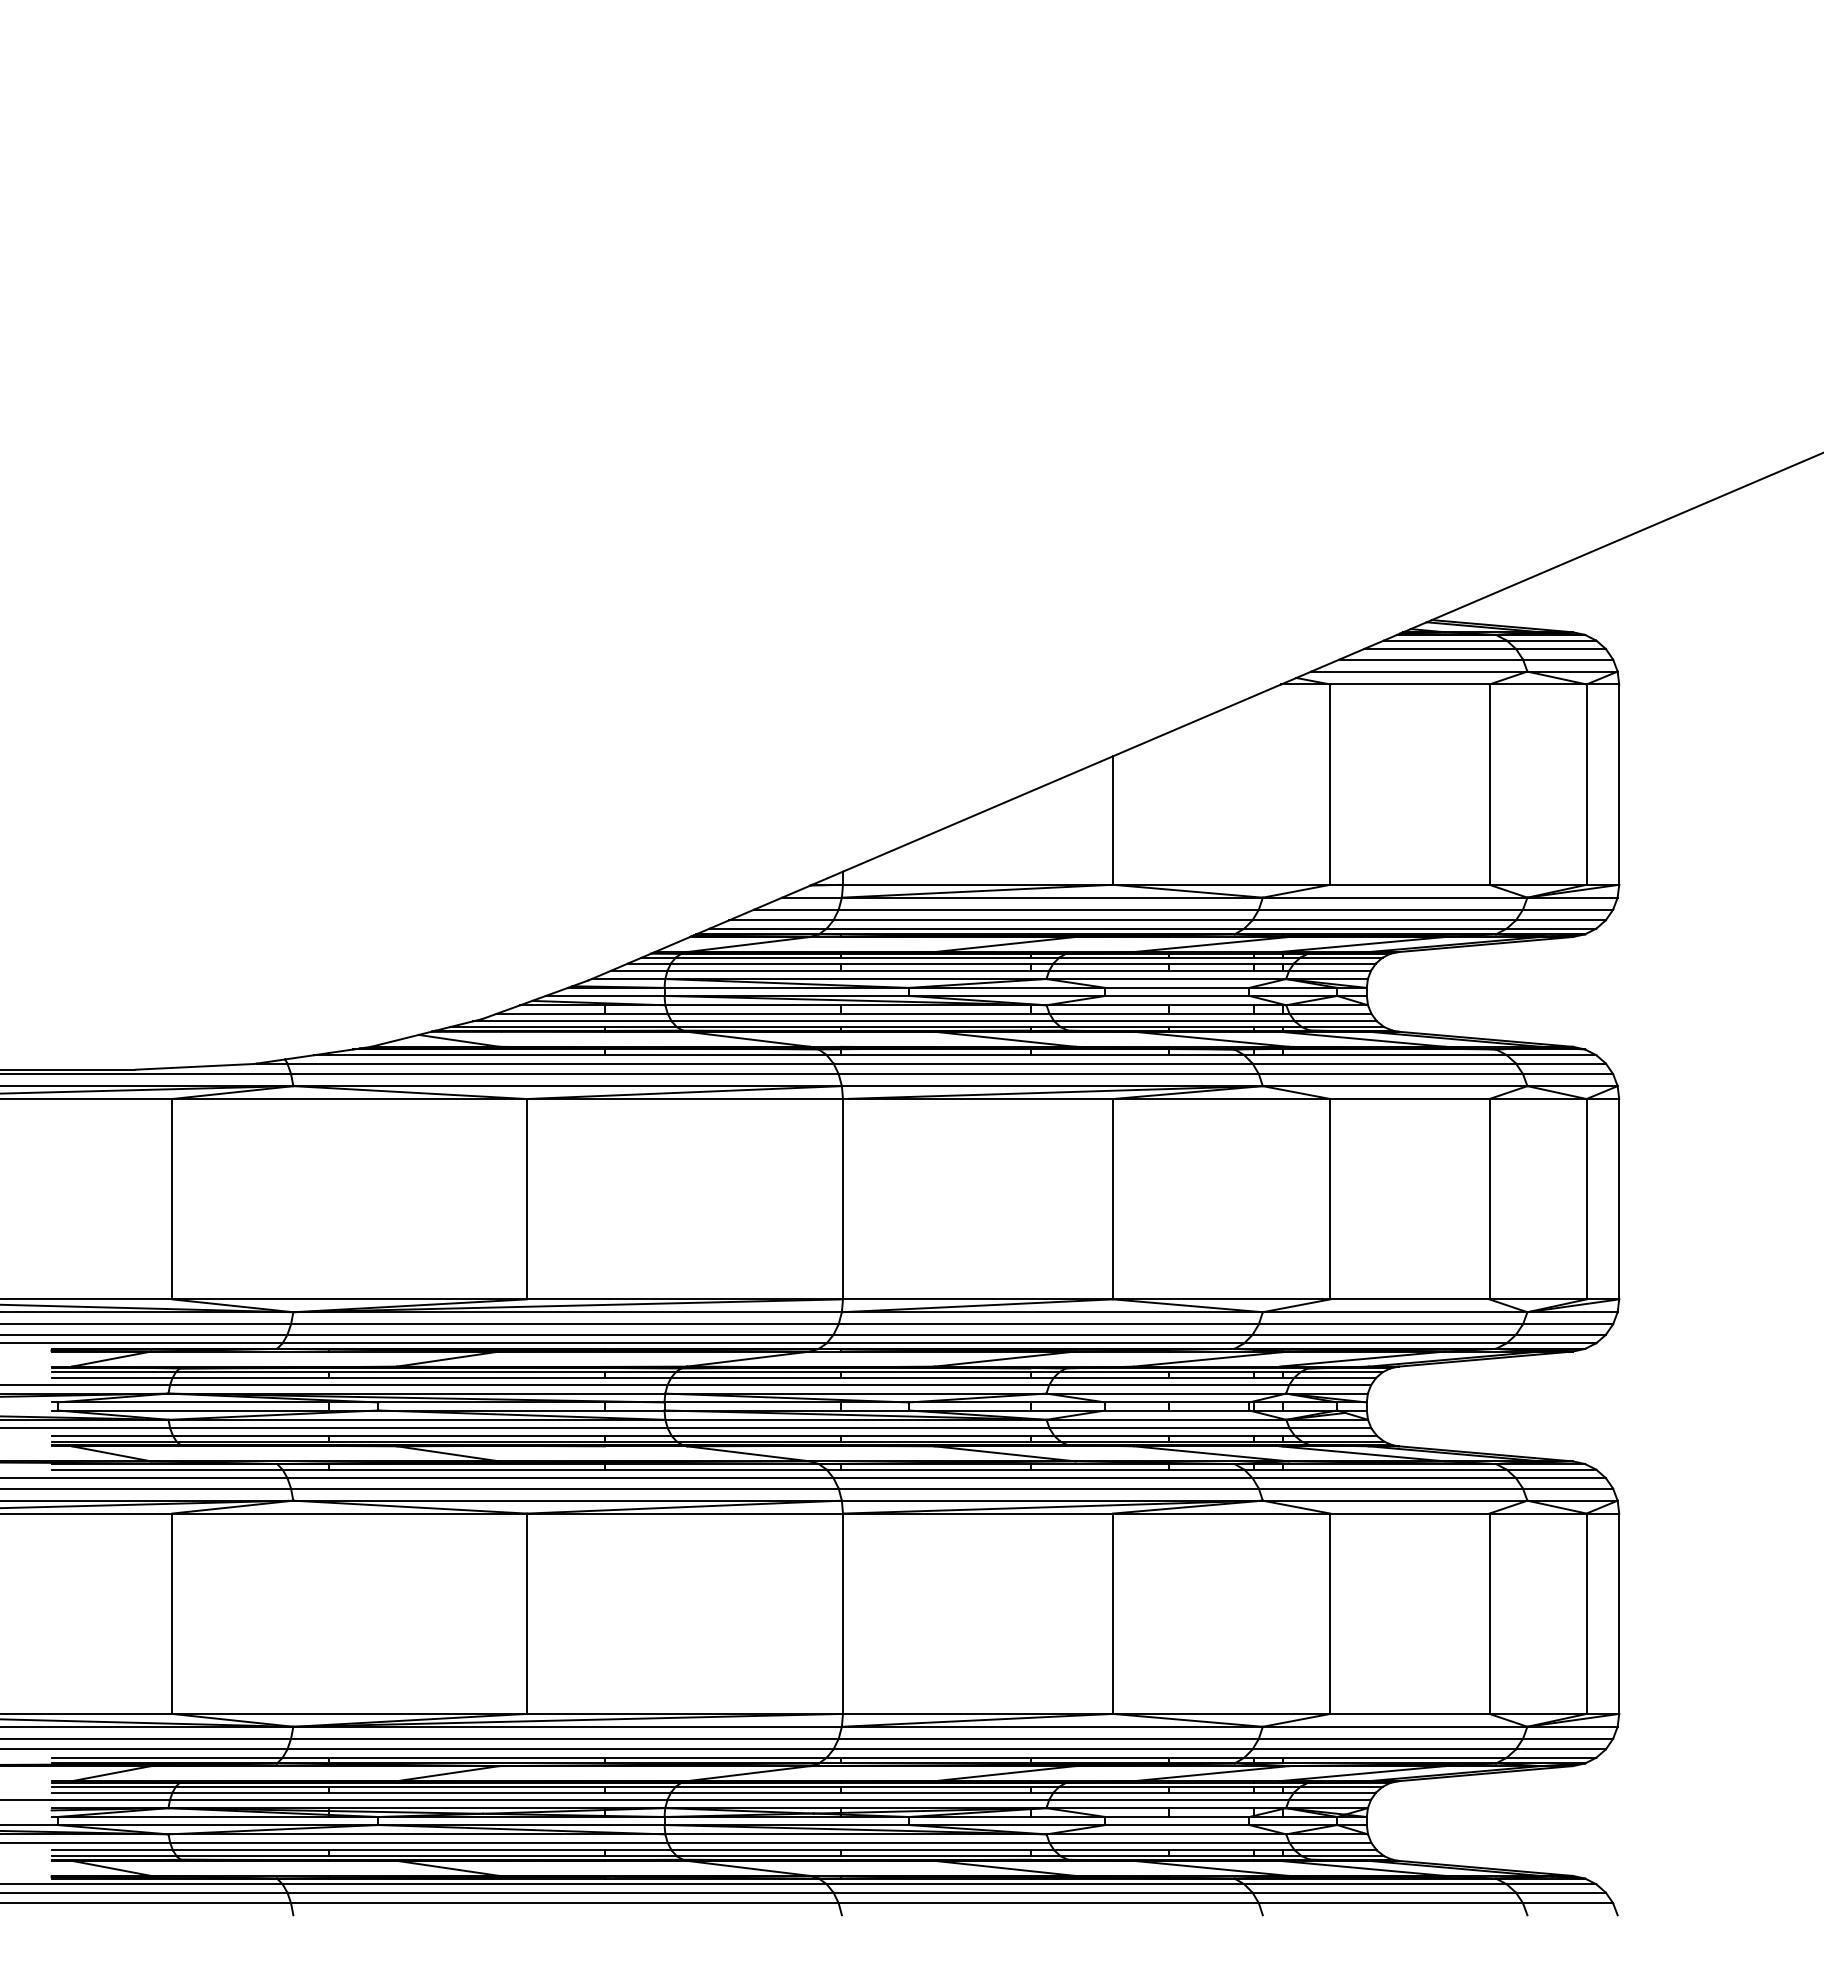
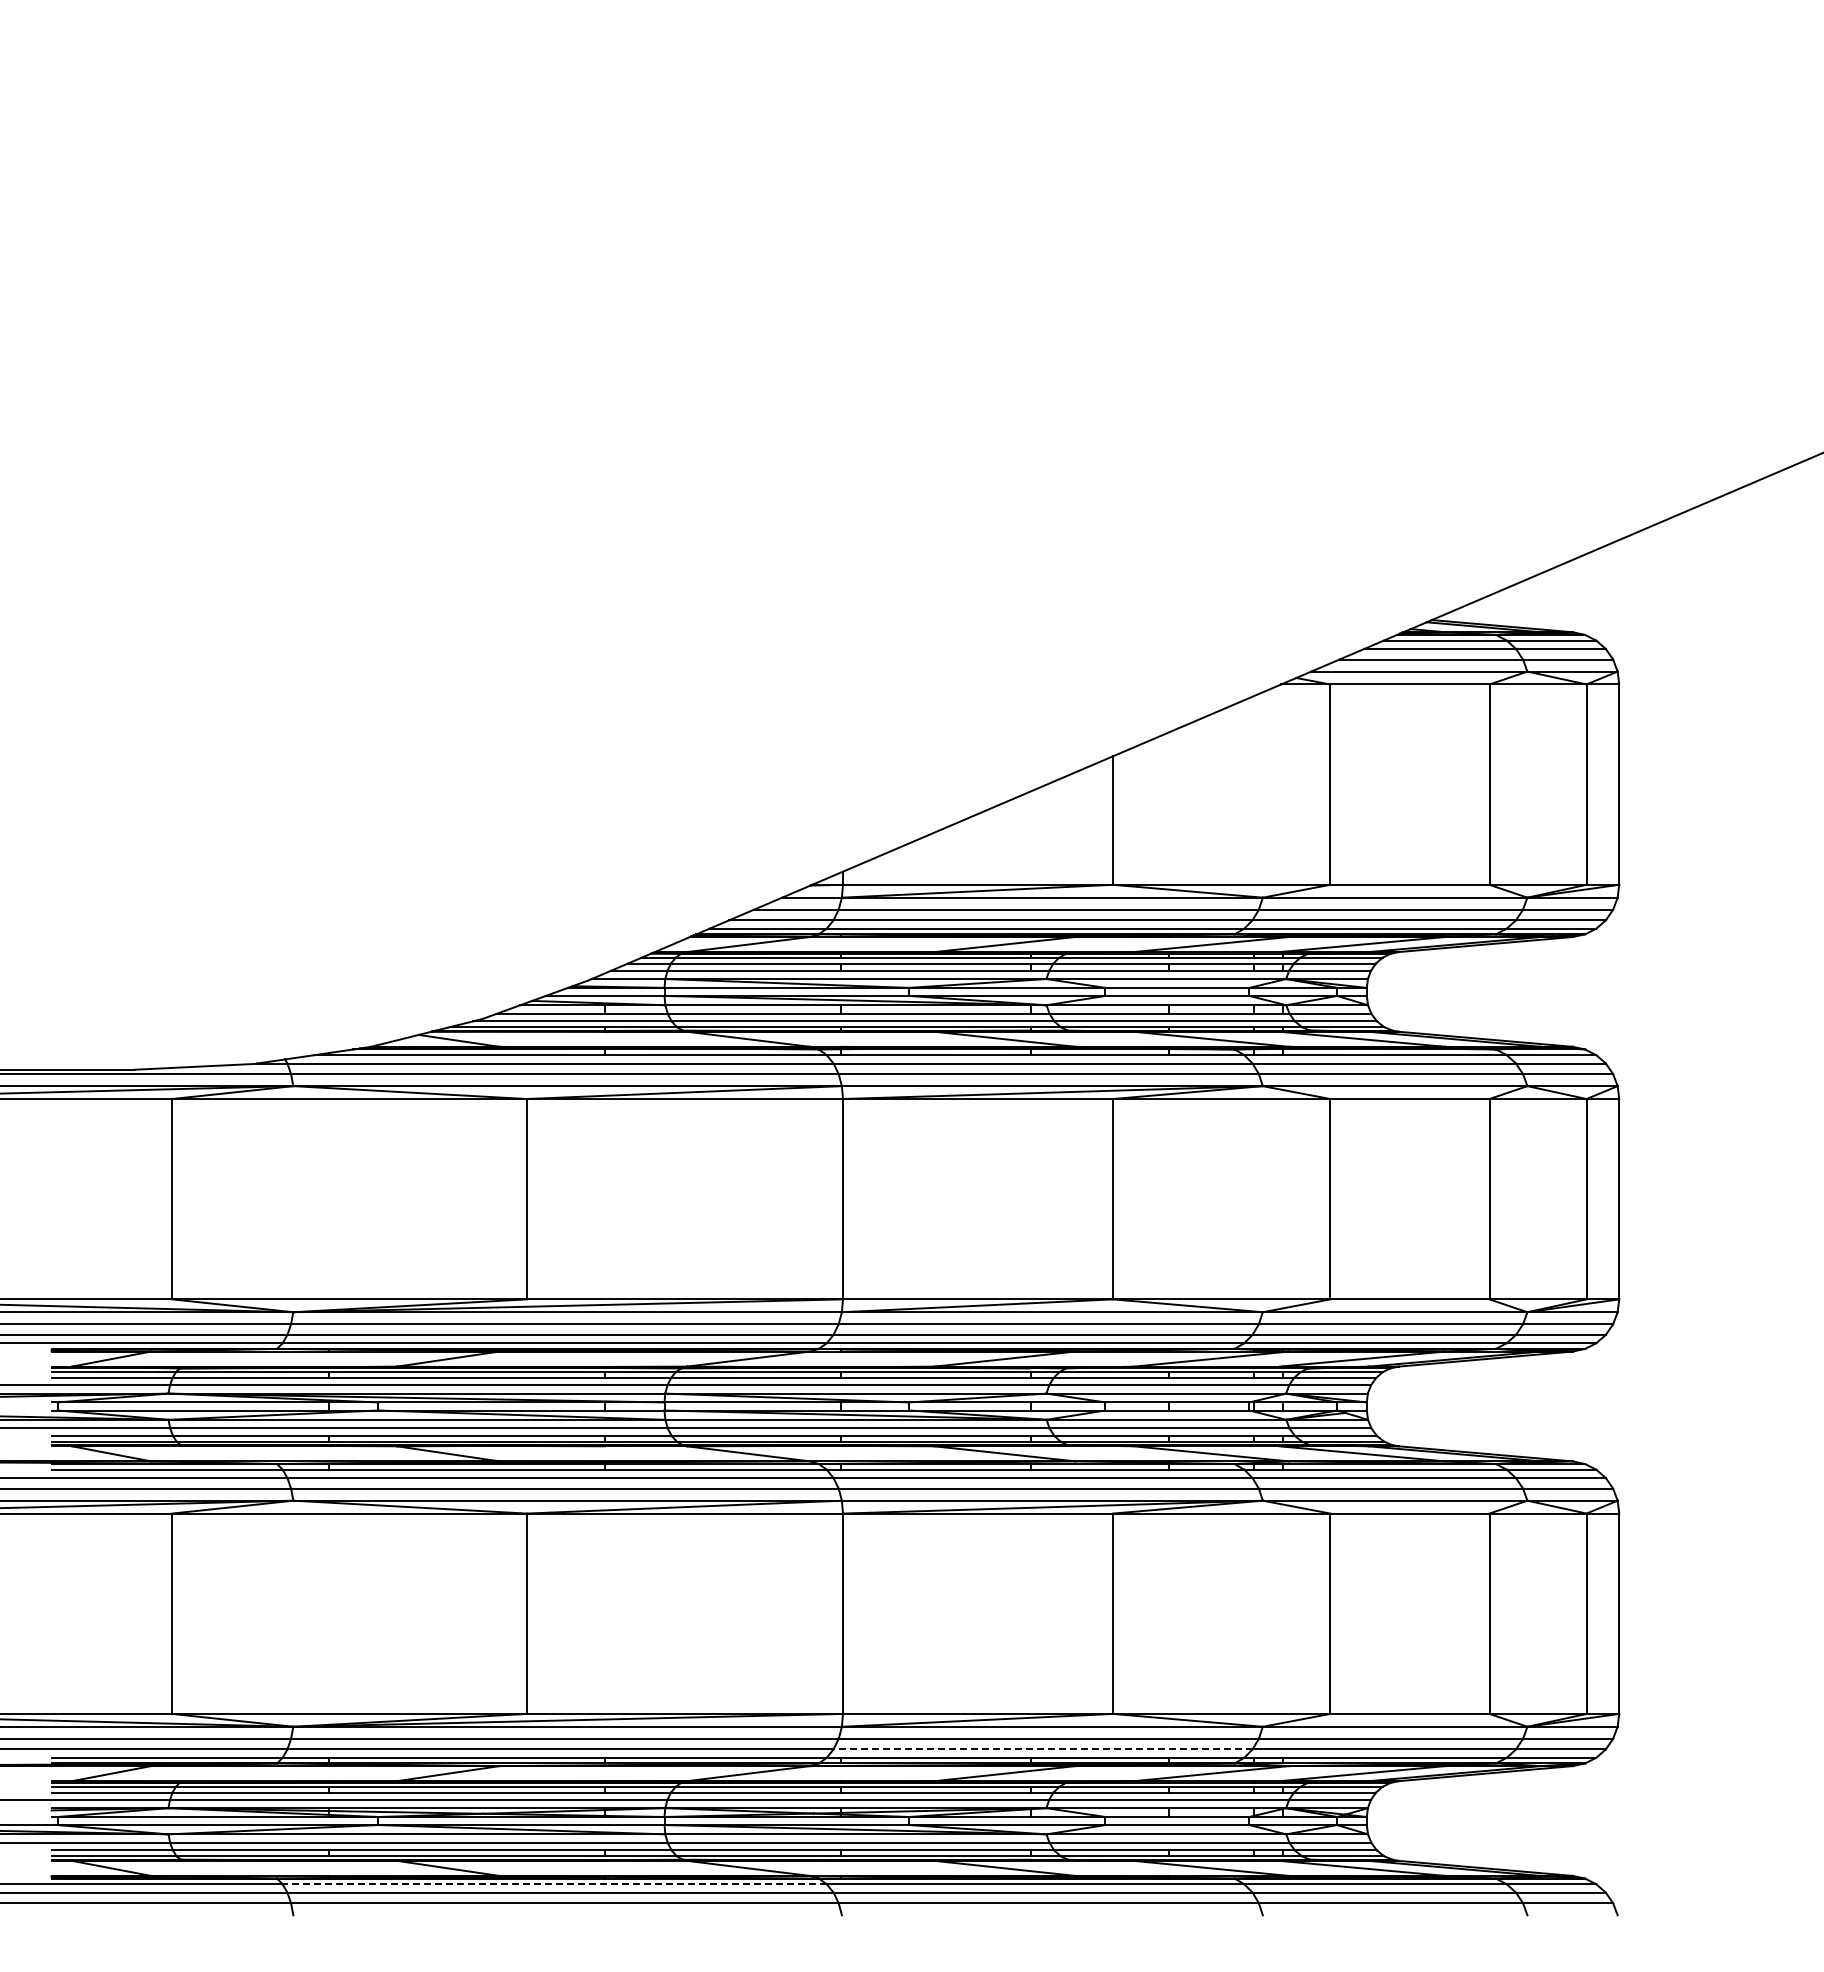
line at (1043, 1749): solid -> dashed
line at (554, 1884): solid -> dashed
